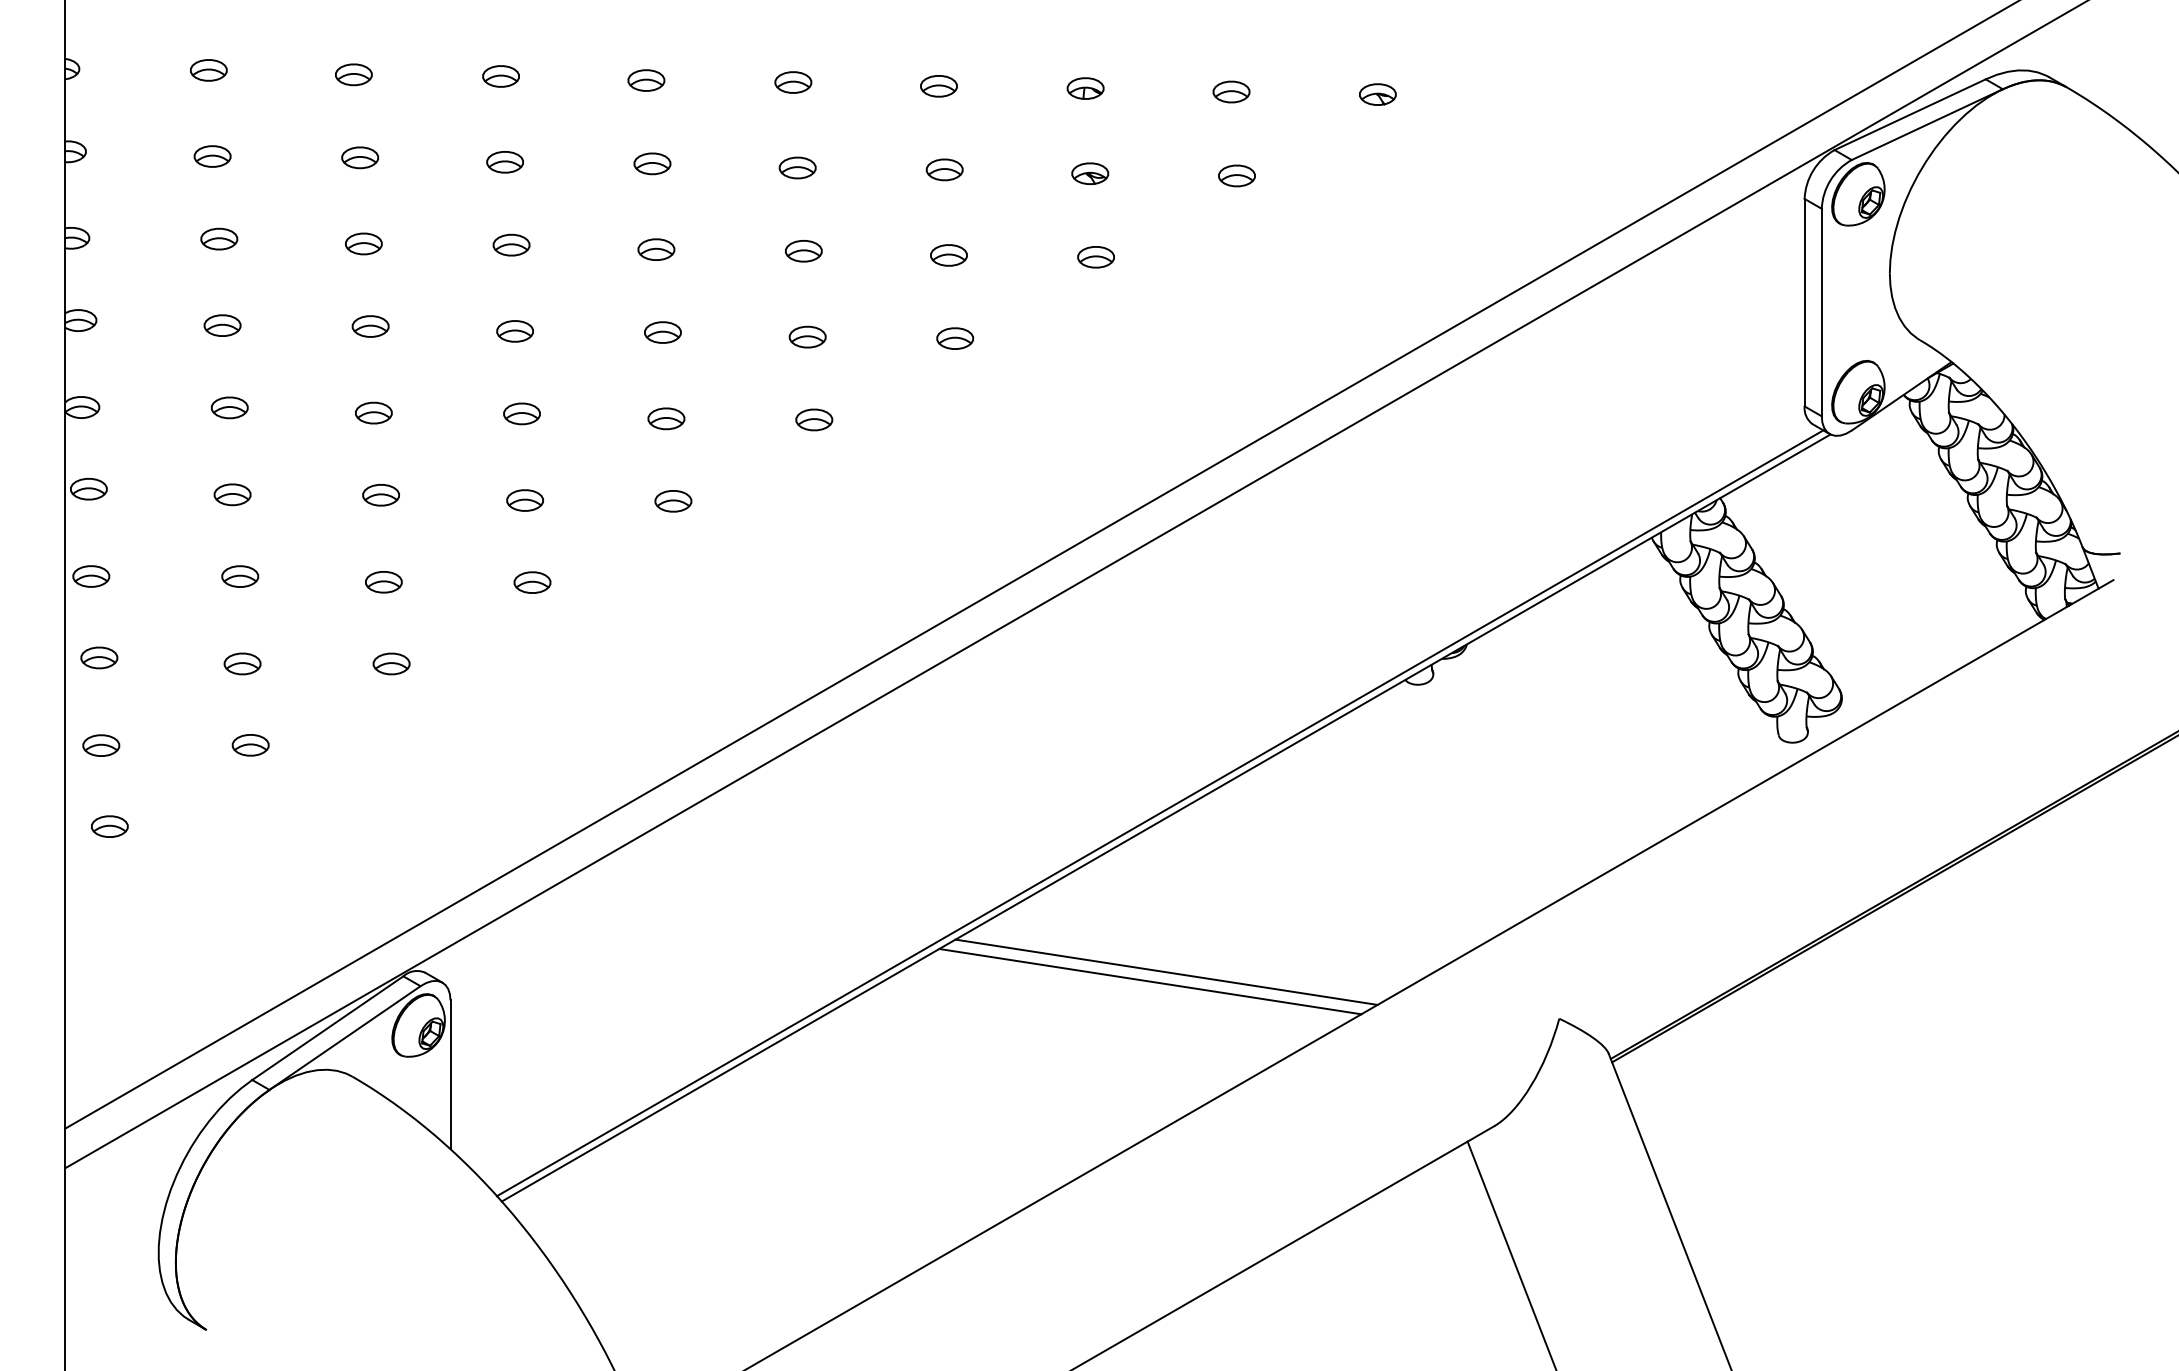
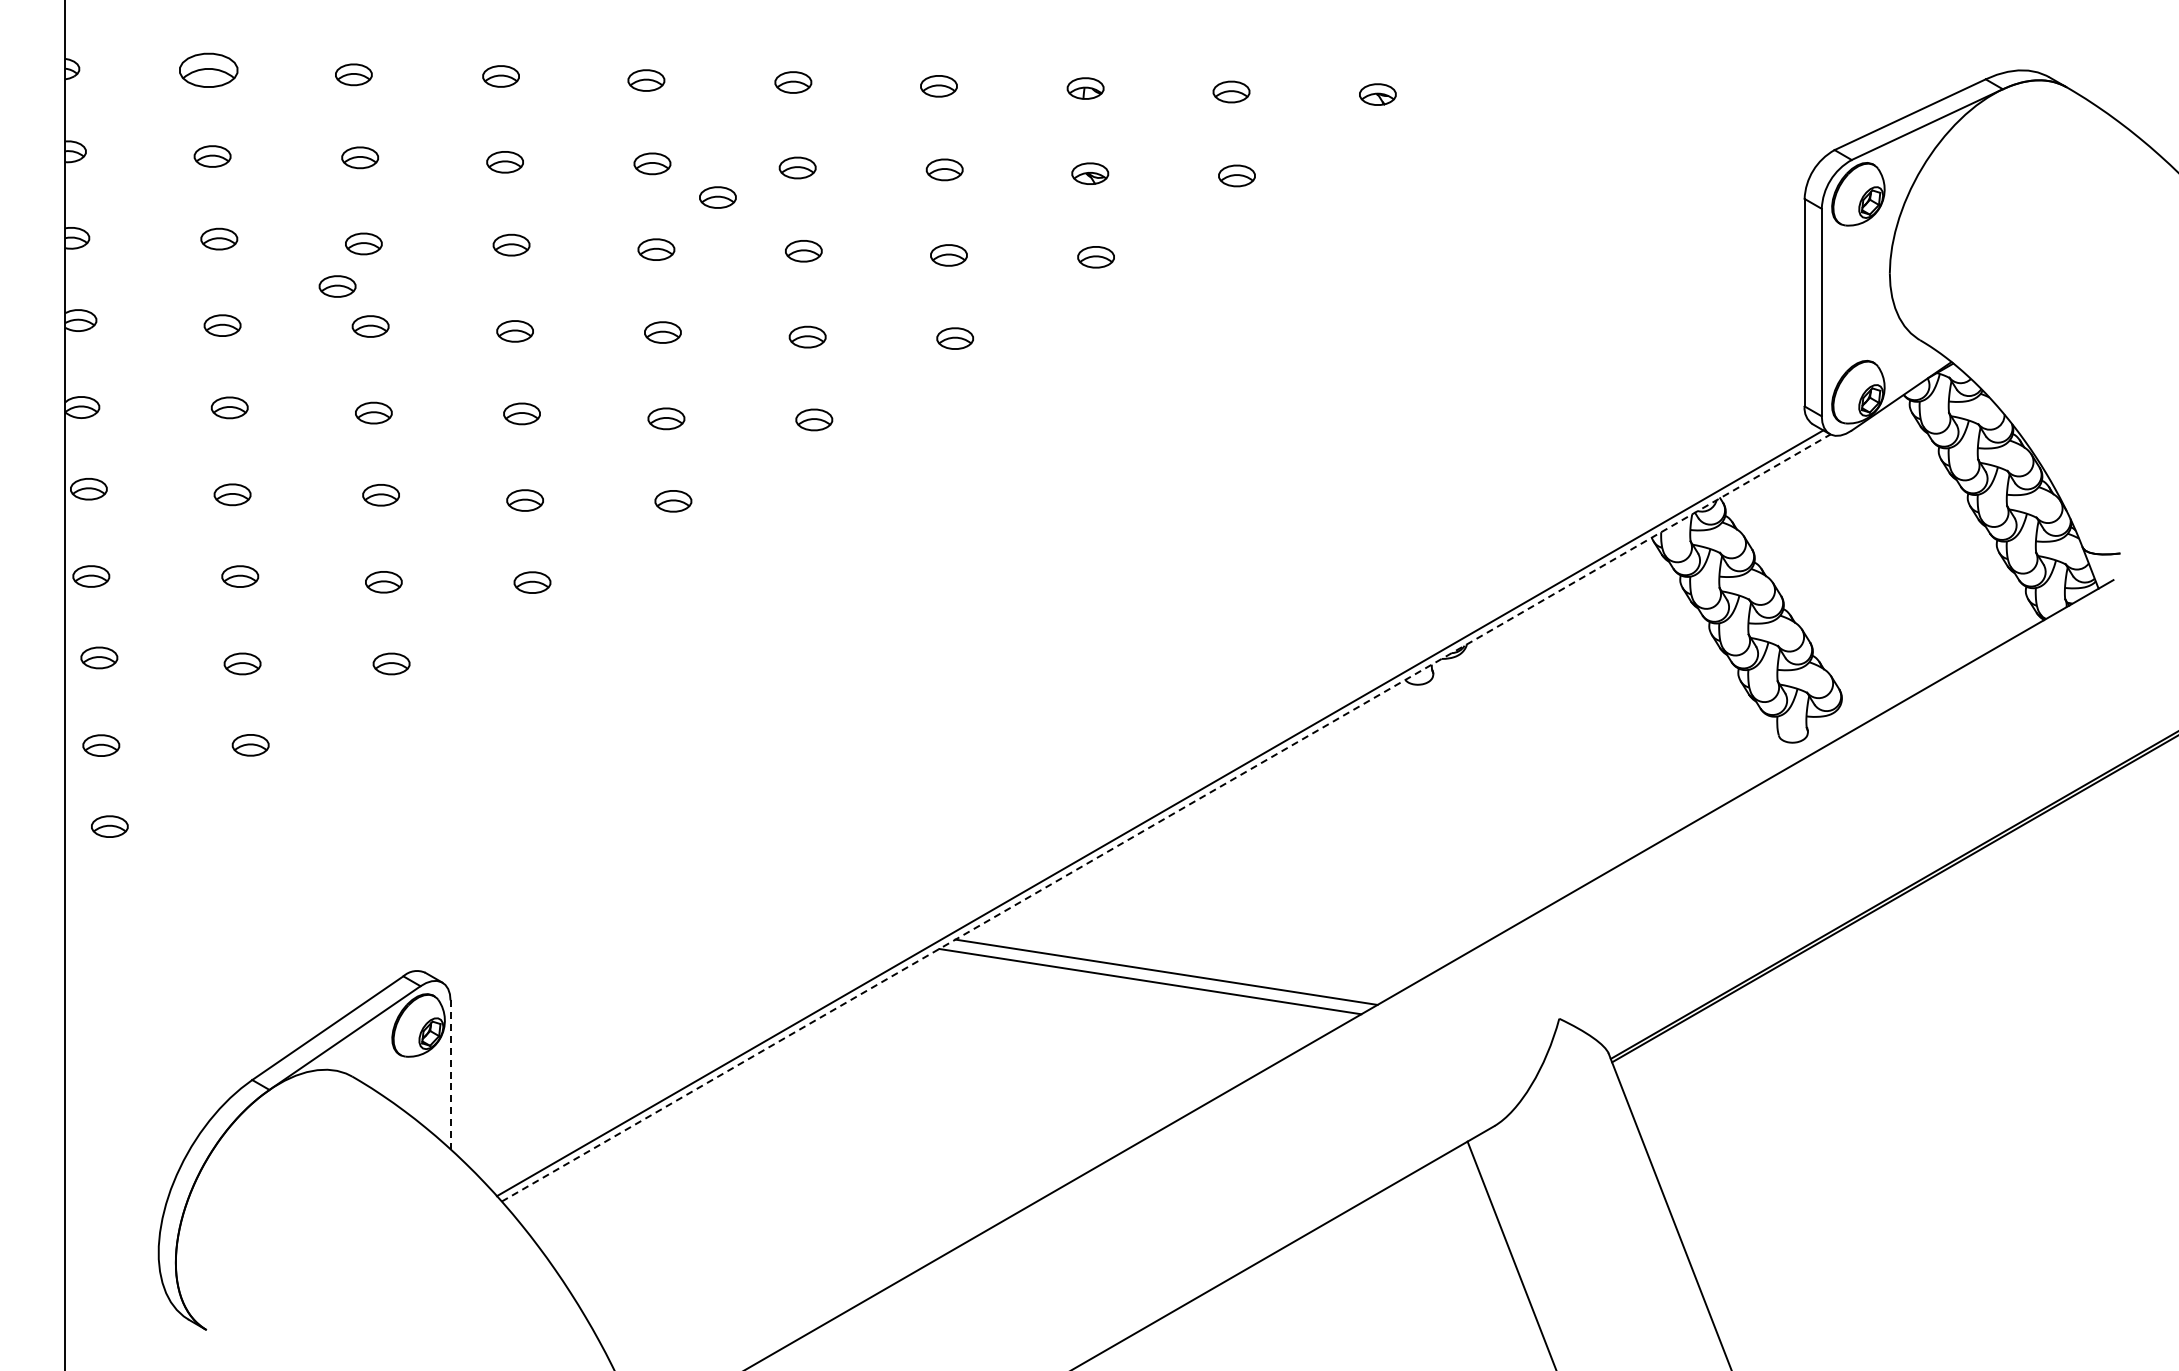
part at (208, 70) size: 38x23 px -> 60x36 px
part at (717, 197): none -> present
part at (337, 286): none -> present
line at (1040, 565): present -> none
line at (1075, 585): present -> none
line at (1166, 817): solid -> dashed
line at (450, 1075): solid -> dashed
